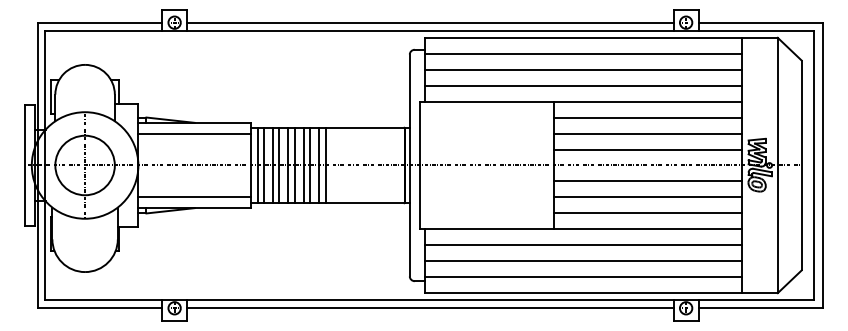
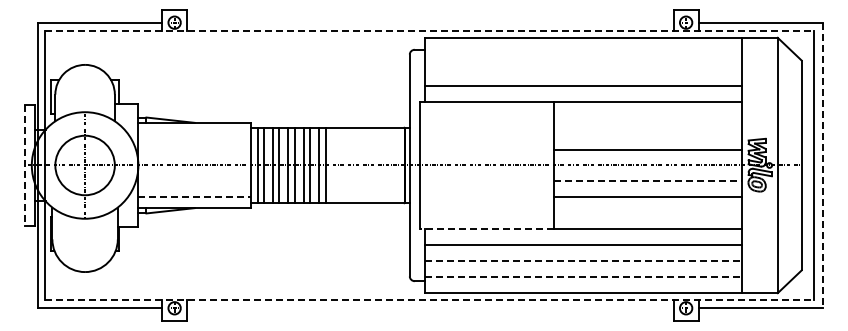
line at (429, 22): present -> none
line at (429, 31): solid -> dashed
line at (583, 53): present -> none
line at (583, 69): present -> none
line at (647, 117): present -> none
line at (194, 133): present -> none
line at (647, 133): present -> none
line at (25, 165): solid -> dashed
line at (822, 165): solid -> dashed
line at (648, 181): solid -> dashed
line at (195, 197): solid -> dashed
line at (647, 213): present -> none
line at (486, 229): solid -> dashed
line at (583, 261): solid -> dashed
line at (583, 277): solid -> dashed
line at (429, 299): solid -> dashed
line at (429, 308): present -> none
